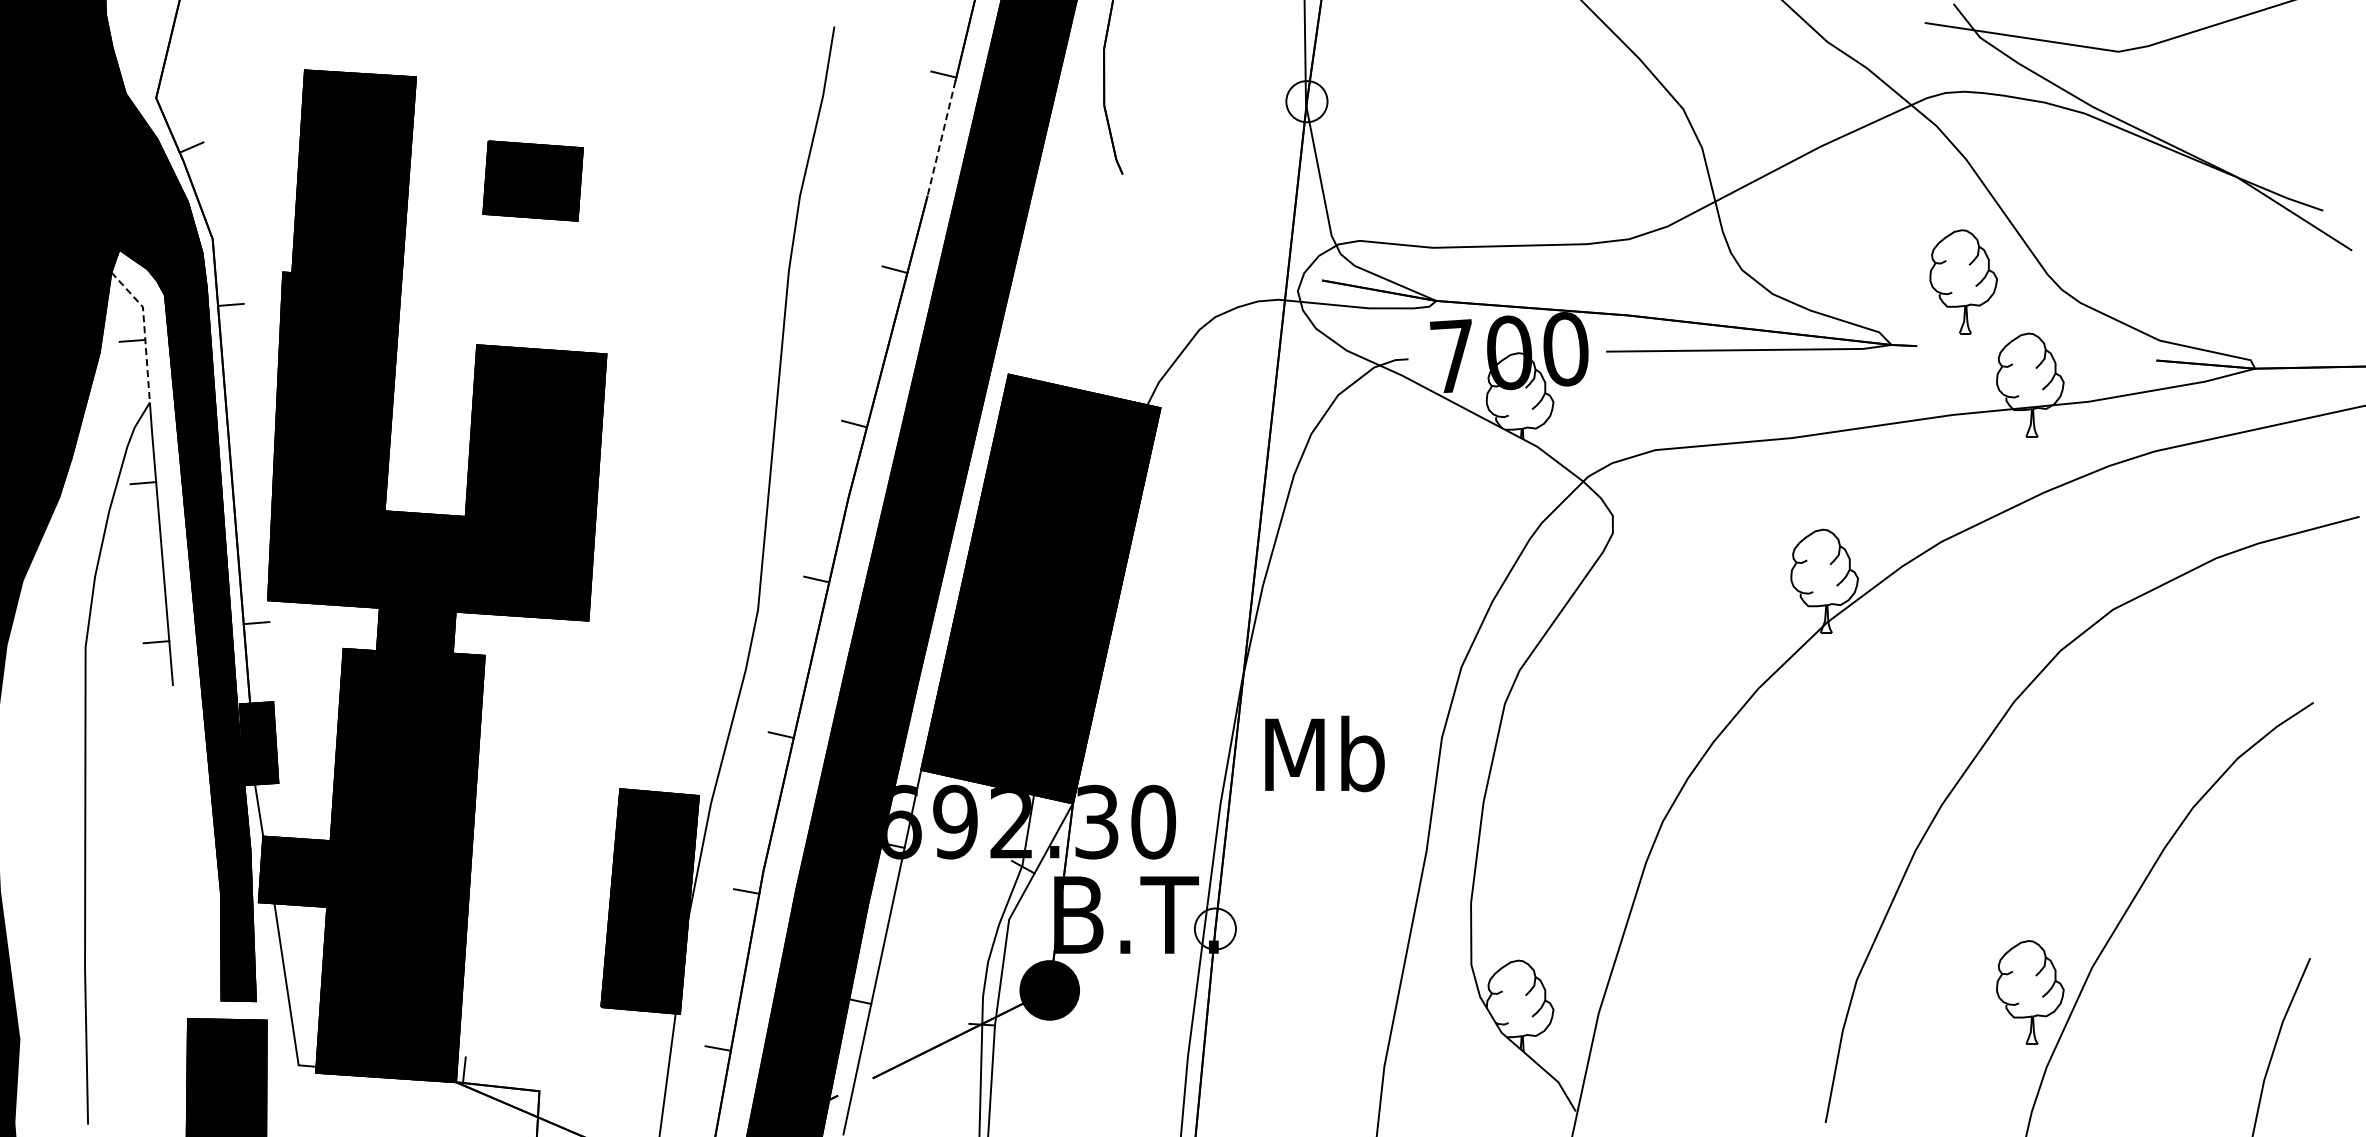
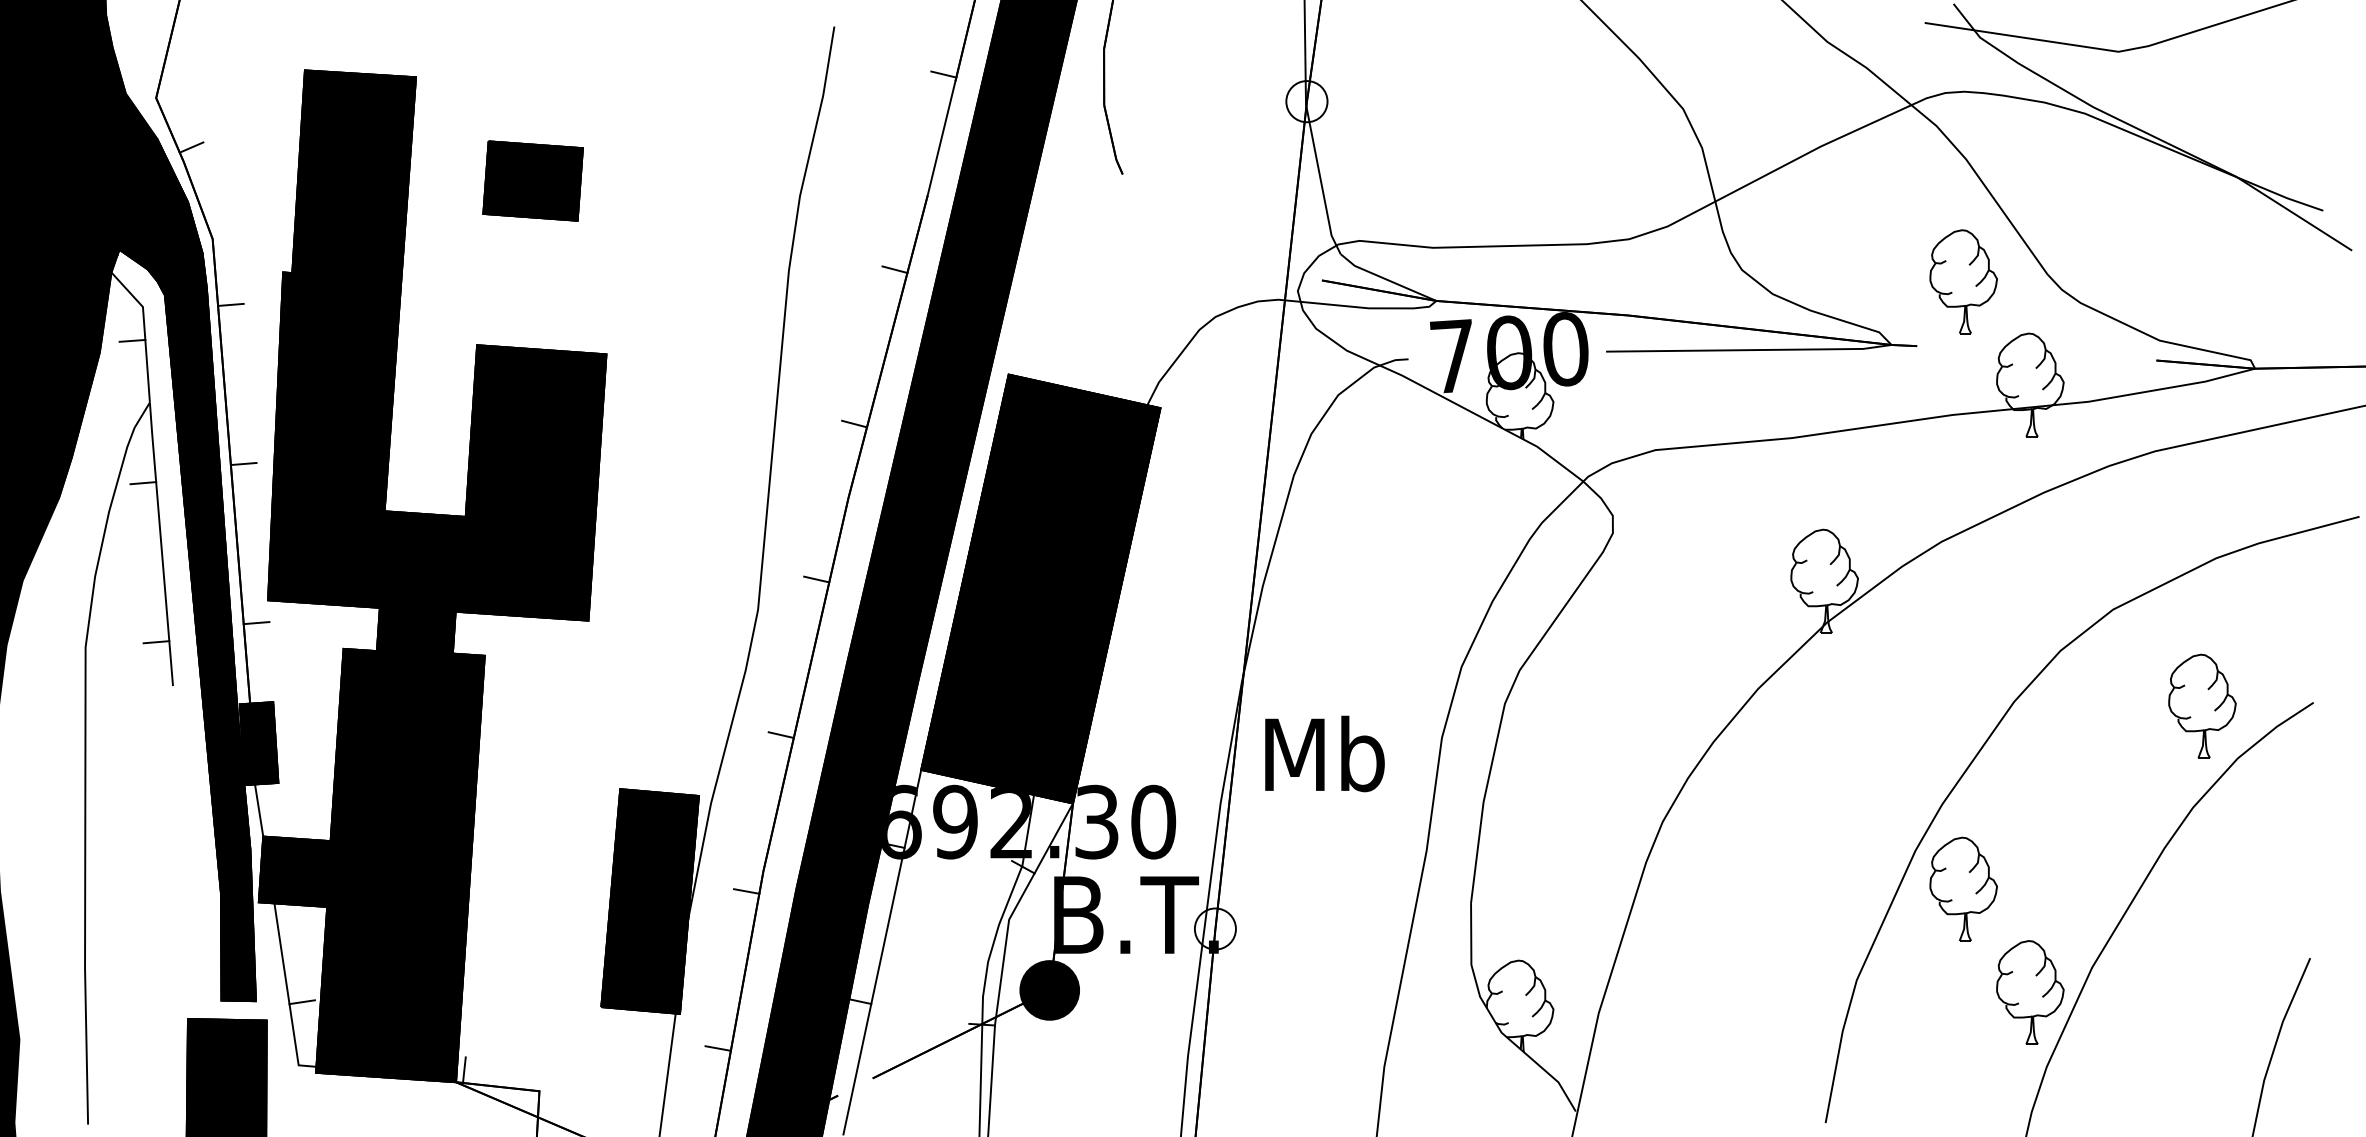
line at (941, 138): dashed -> solid
line at (144, 330): dashed -> solid
line at (243, 463): none -> present
part at (2202, 705): none -> present
part at (1963, 888): none -> present
line at (301, 1002): none -> present
